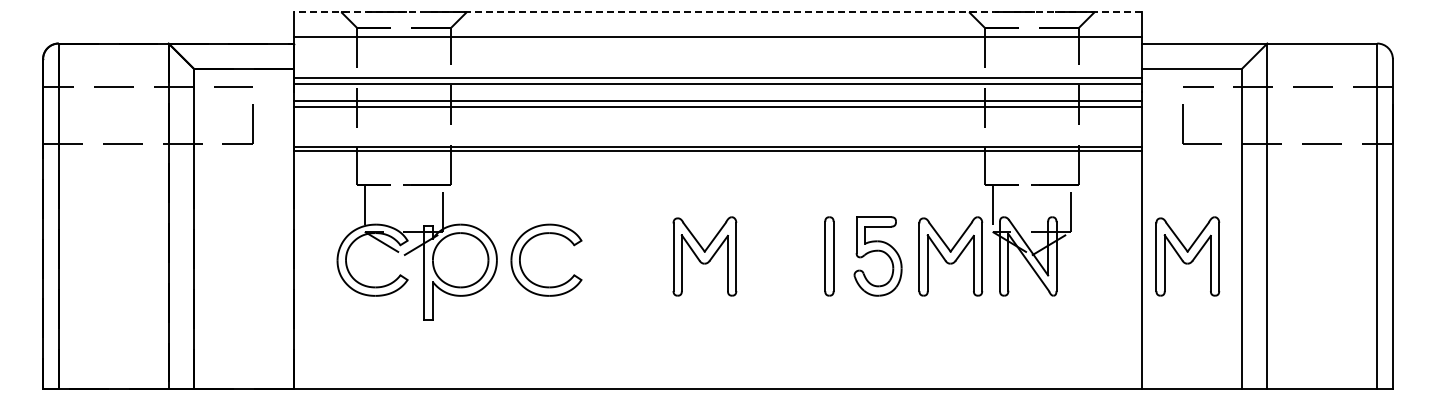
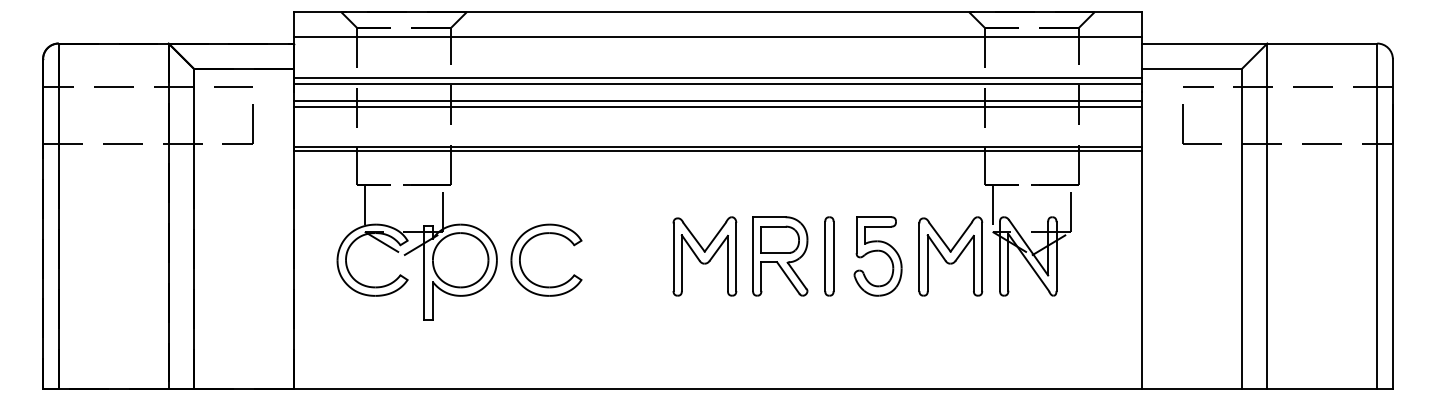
line at (717, 12): dashed -> solid
part at (780, 256): none -> present
part at (1187, 256): present -> none
